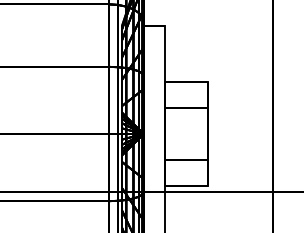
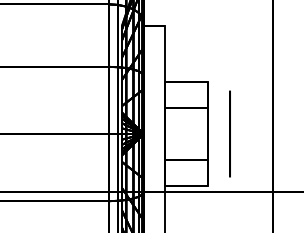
circle at (229, 133): none -> present
